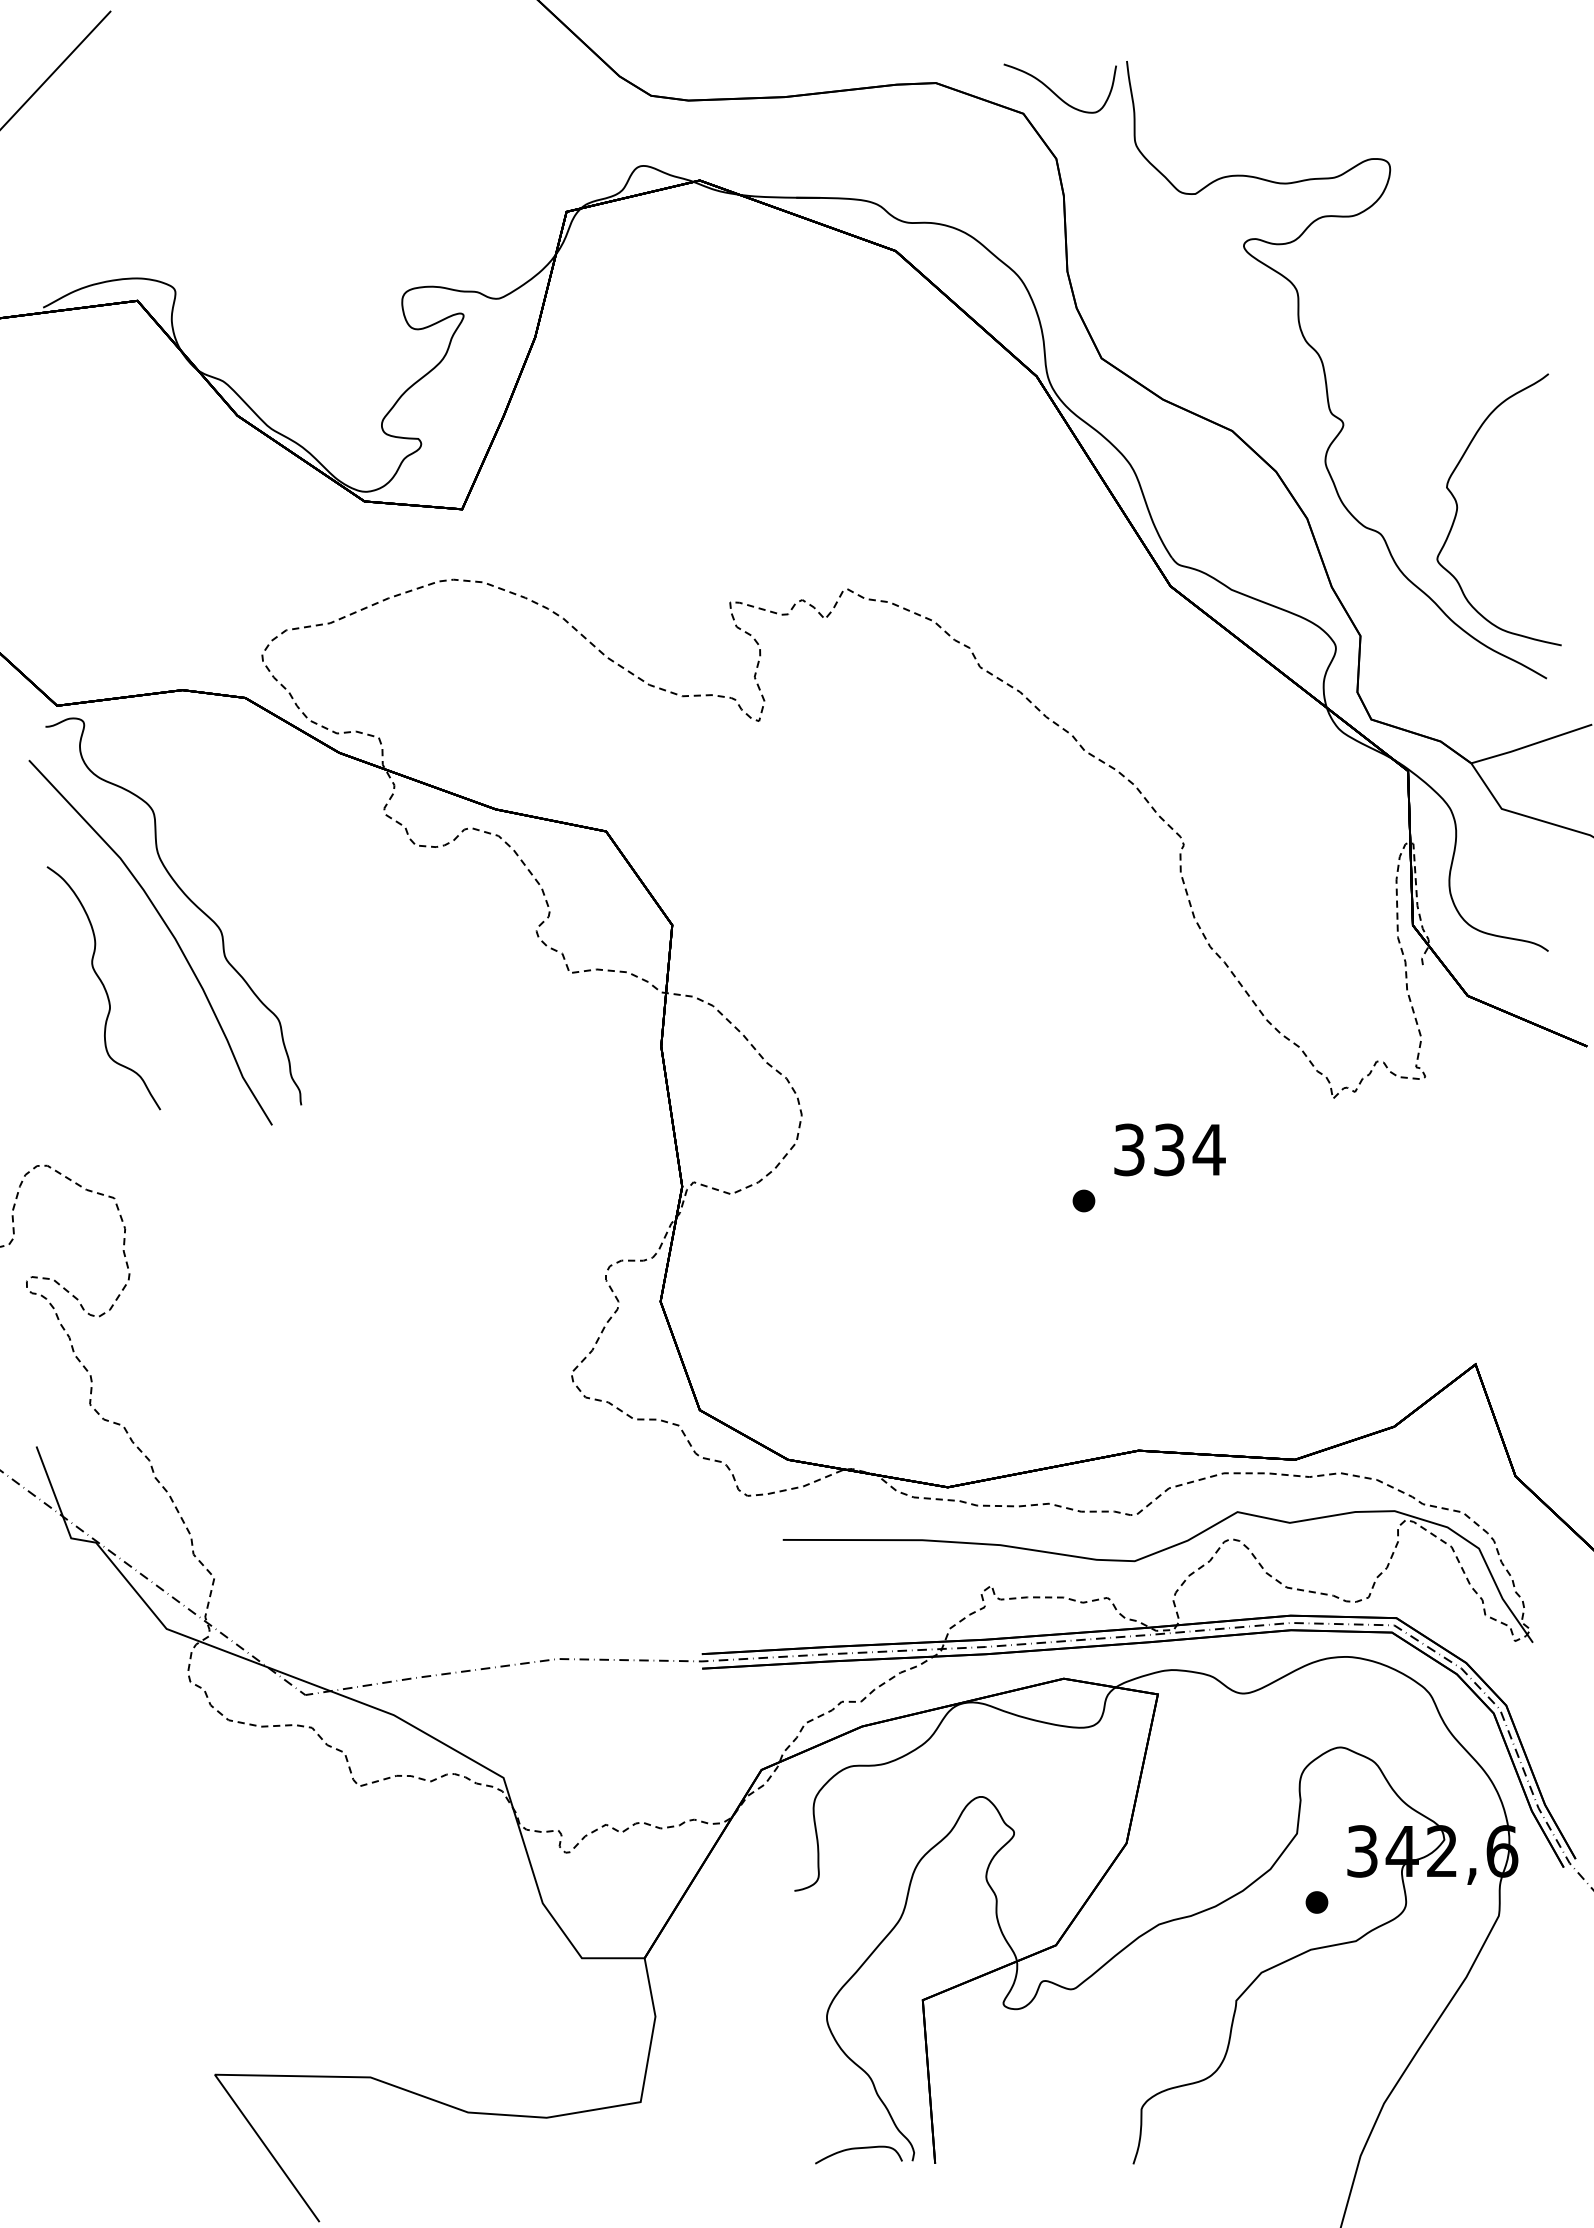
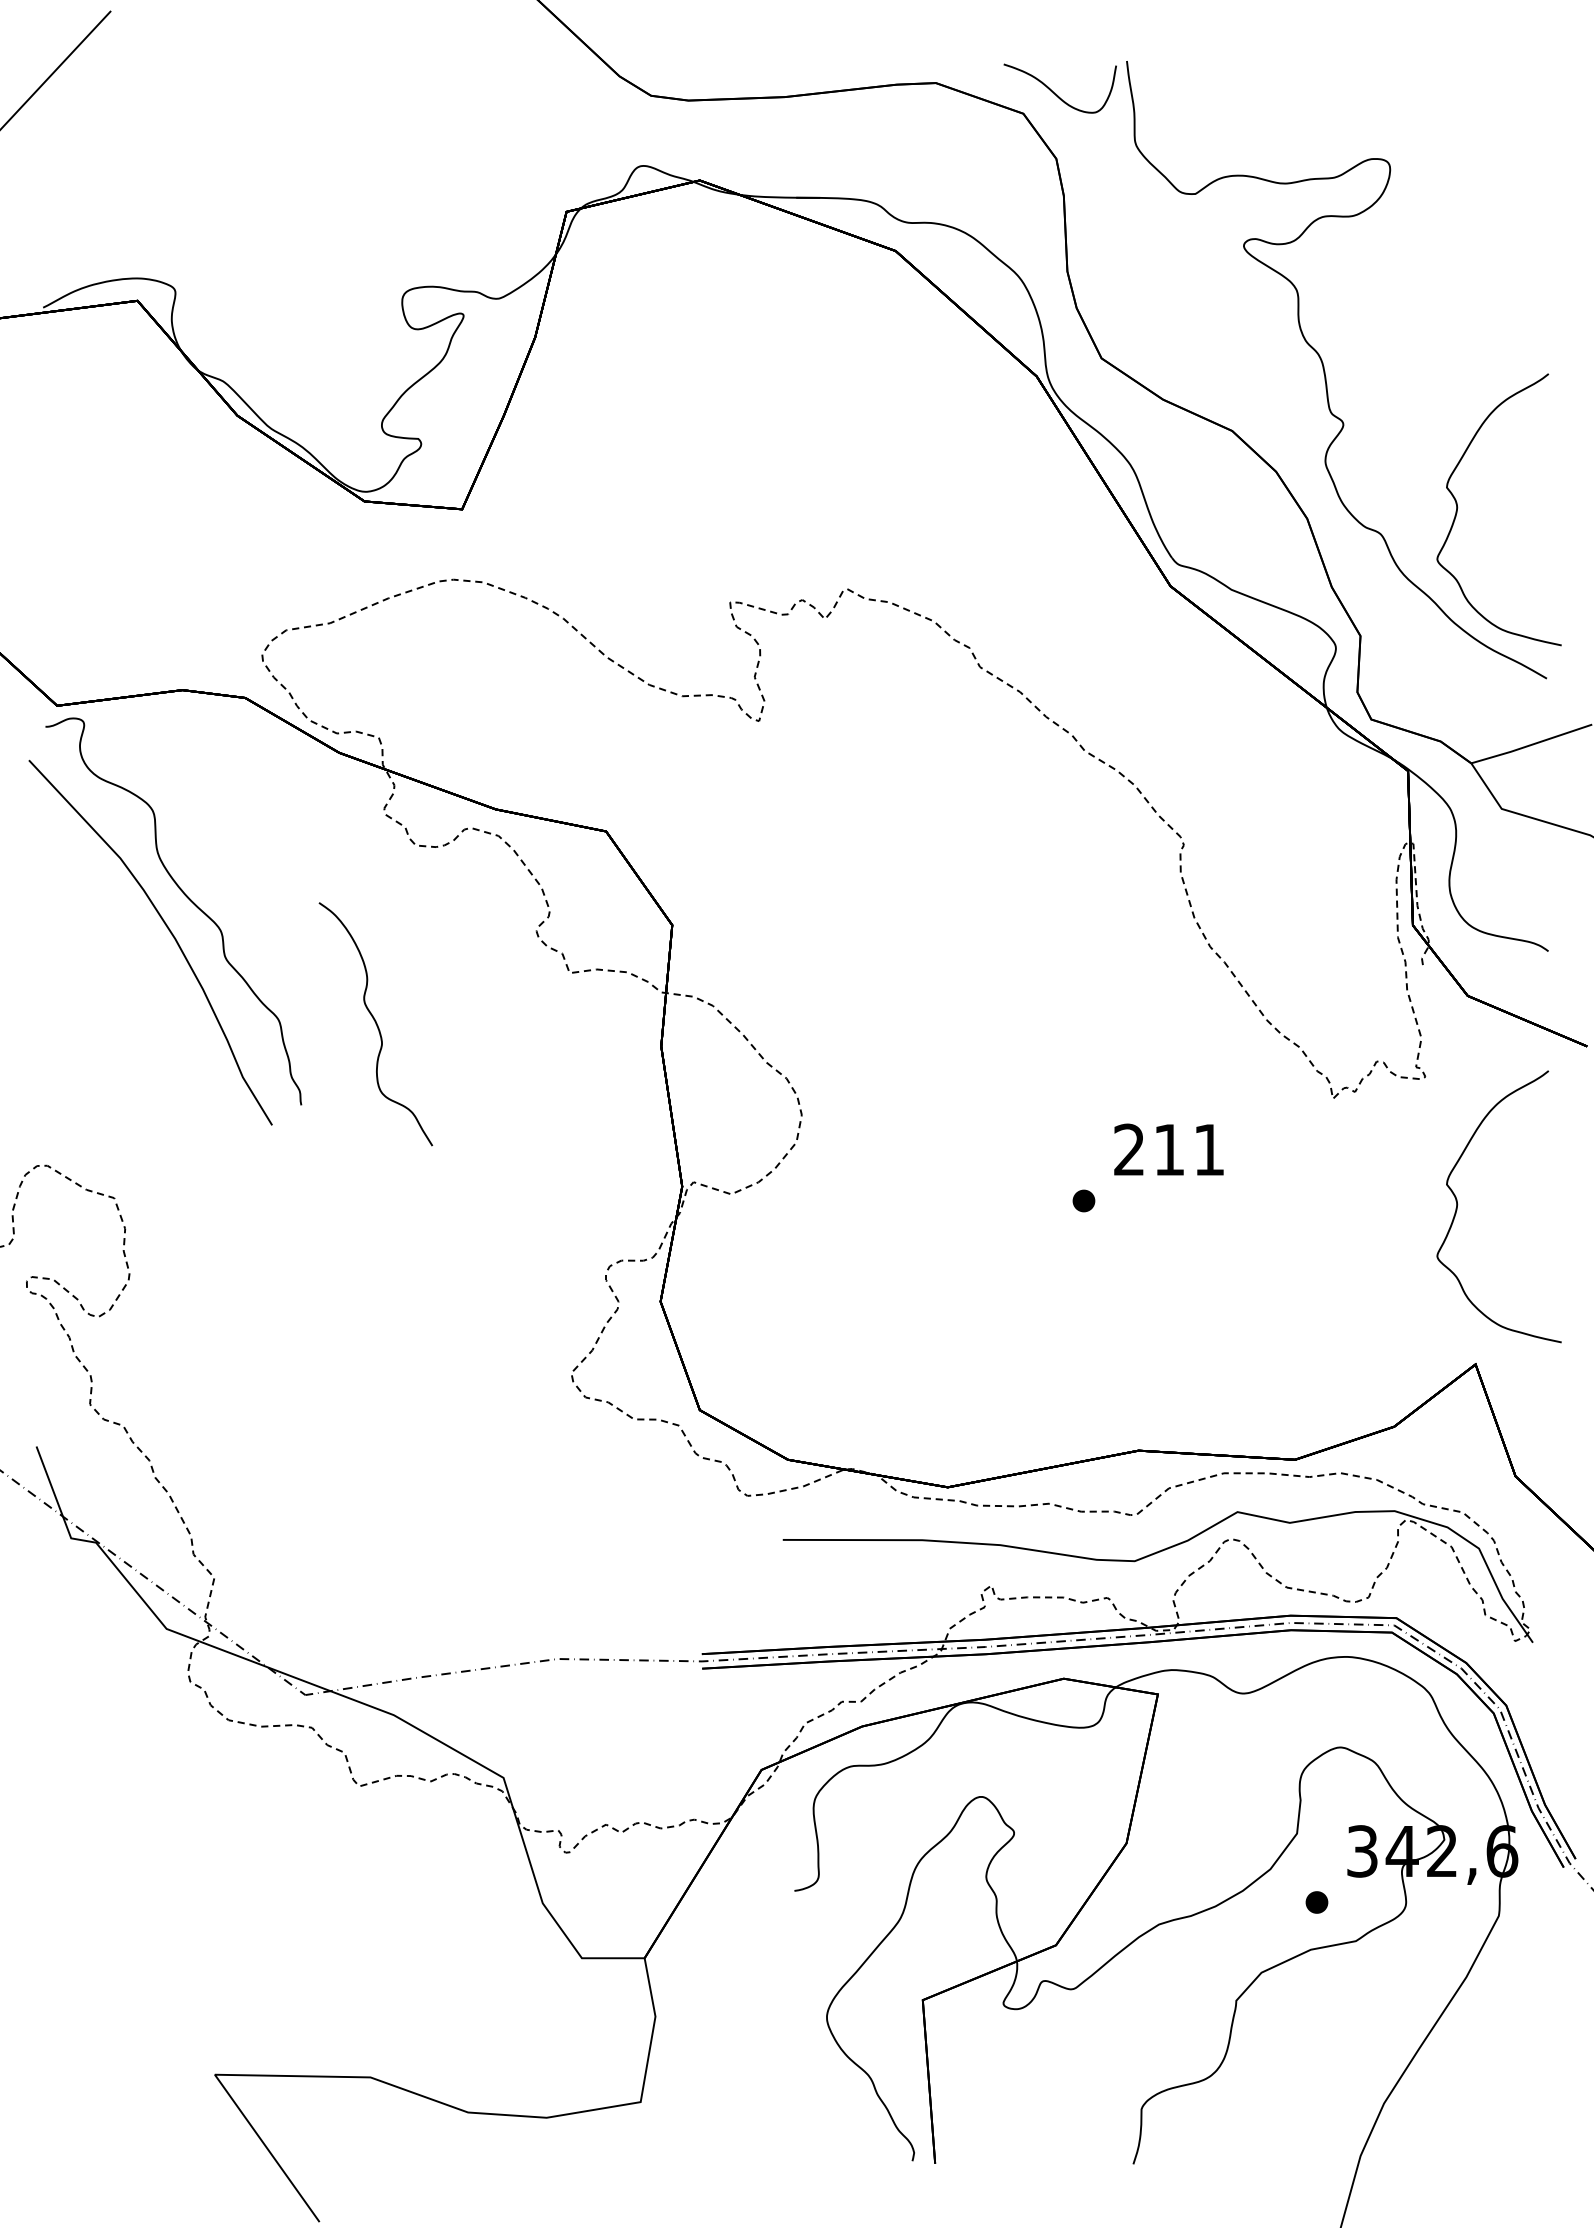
curve at (103, 988) position: (103, 988) -> (375, 1024)
text at (1169, 1149): 334 -> 211
curve at (1458, 1204): none -> present
curve at (858, 2149): present -> none
